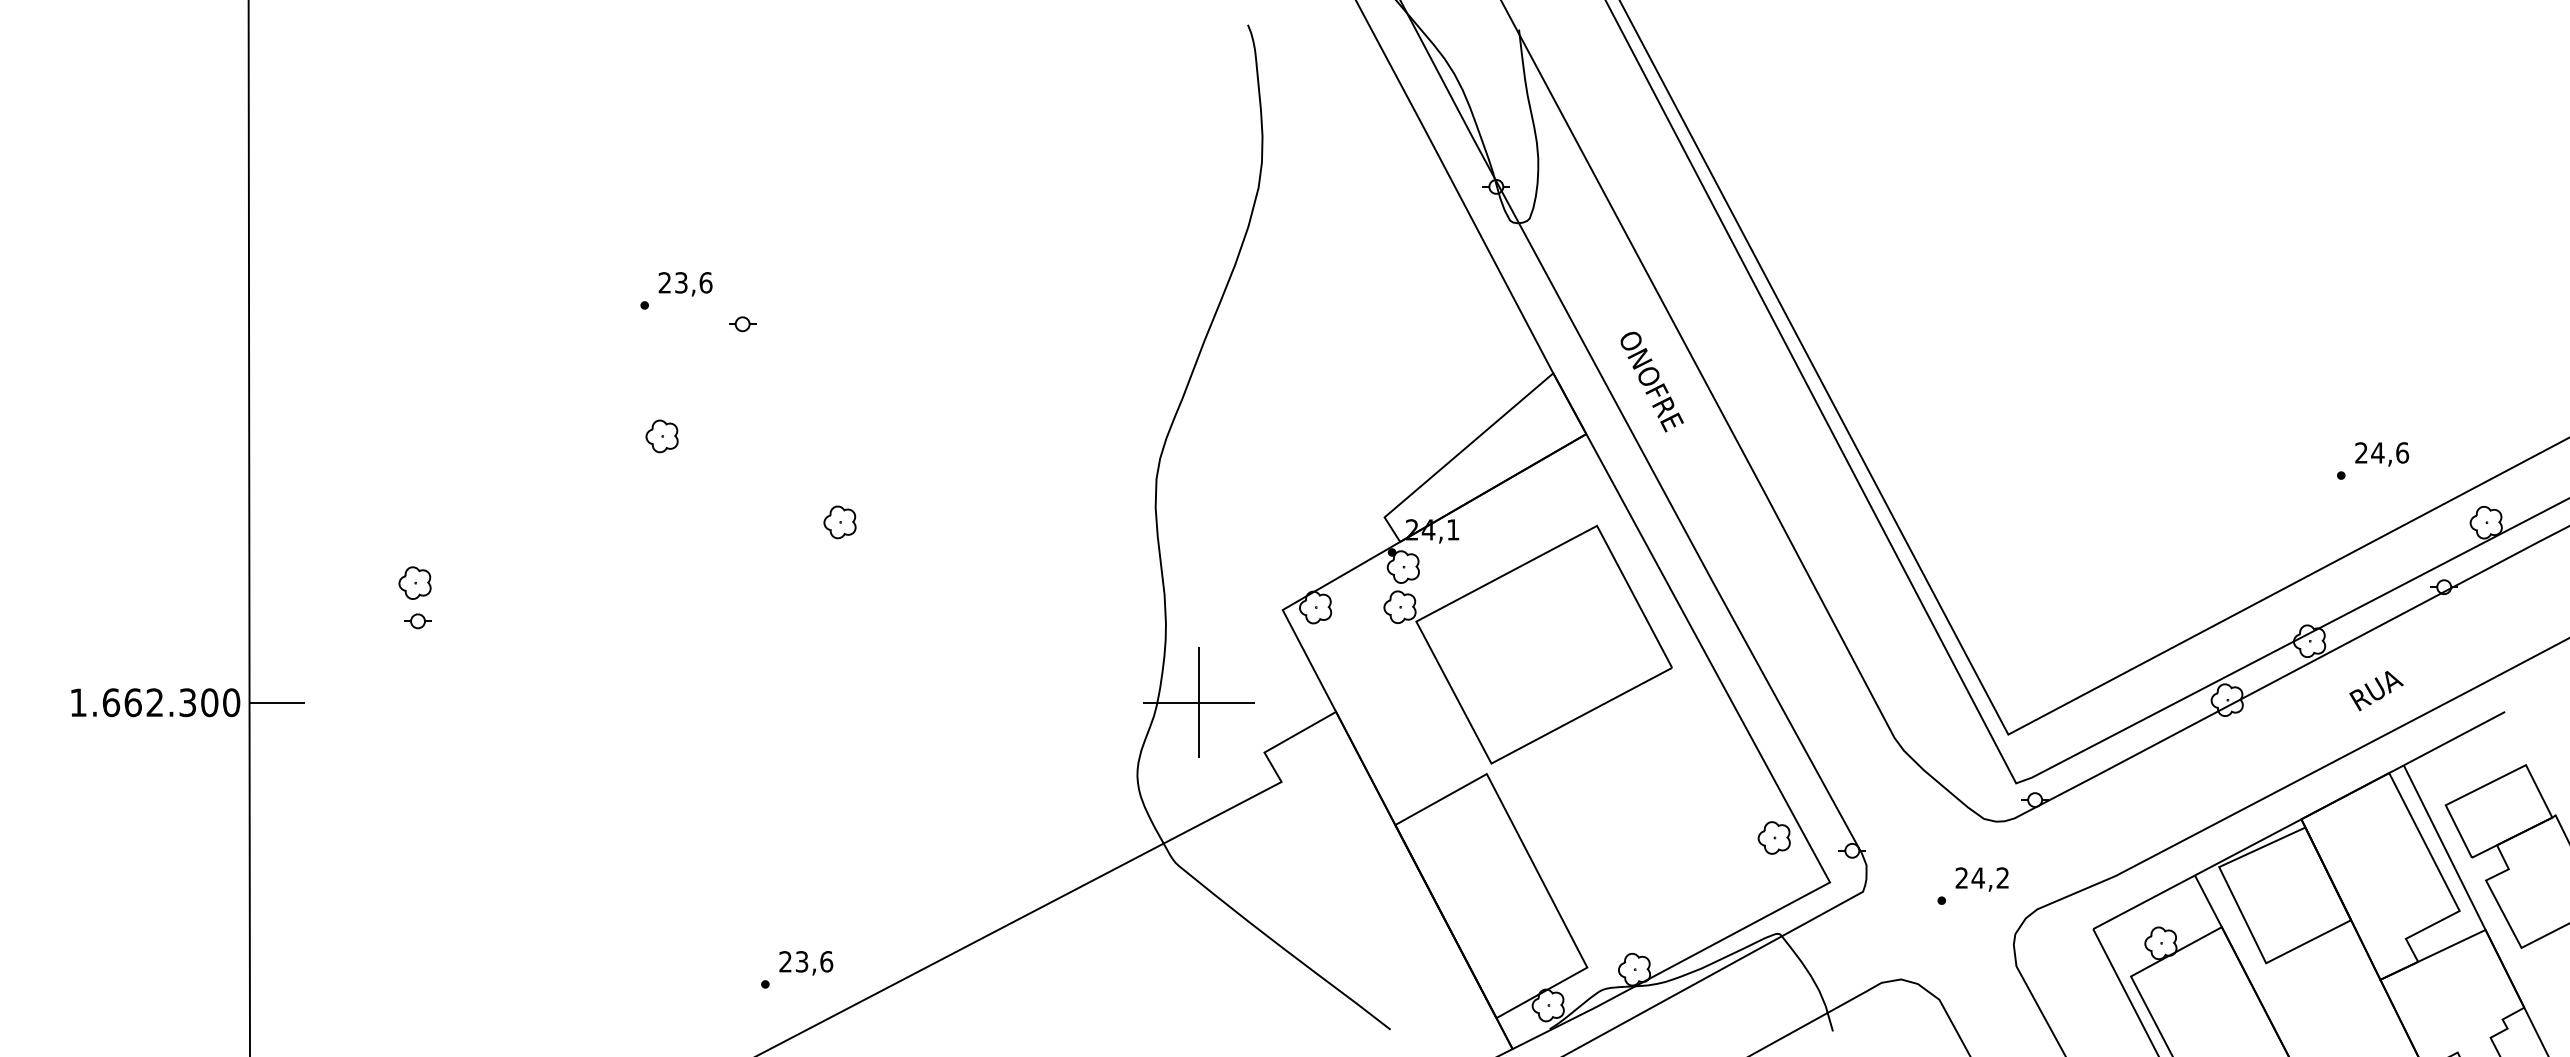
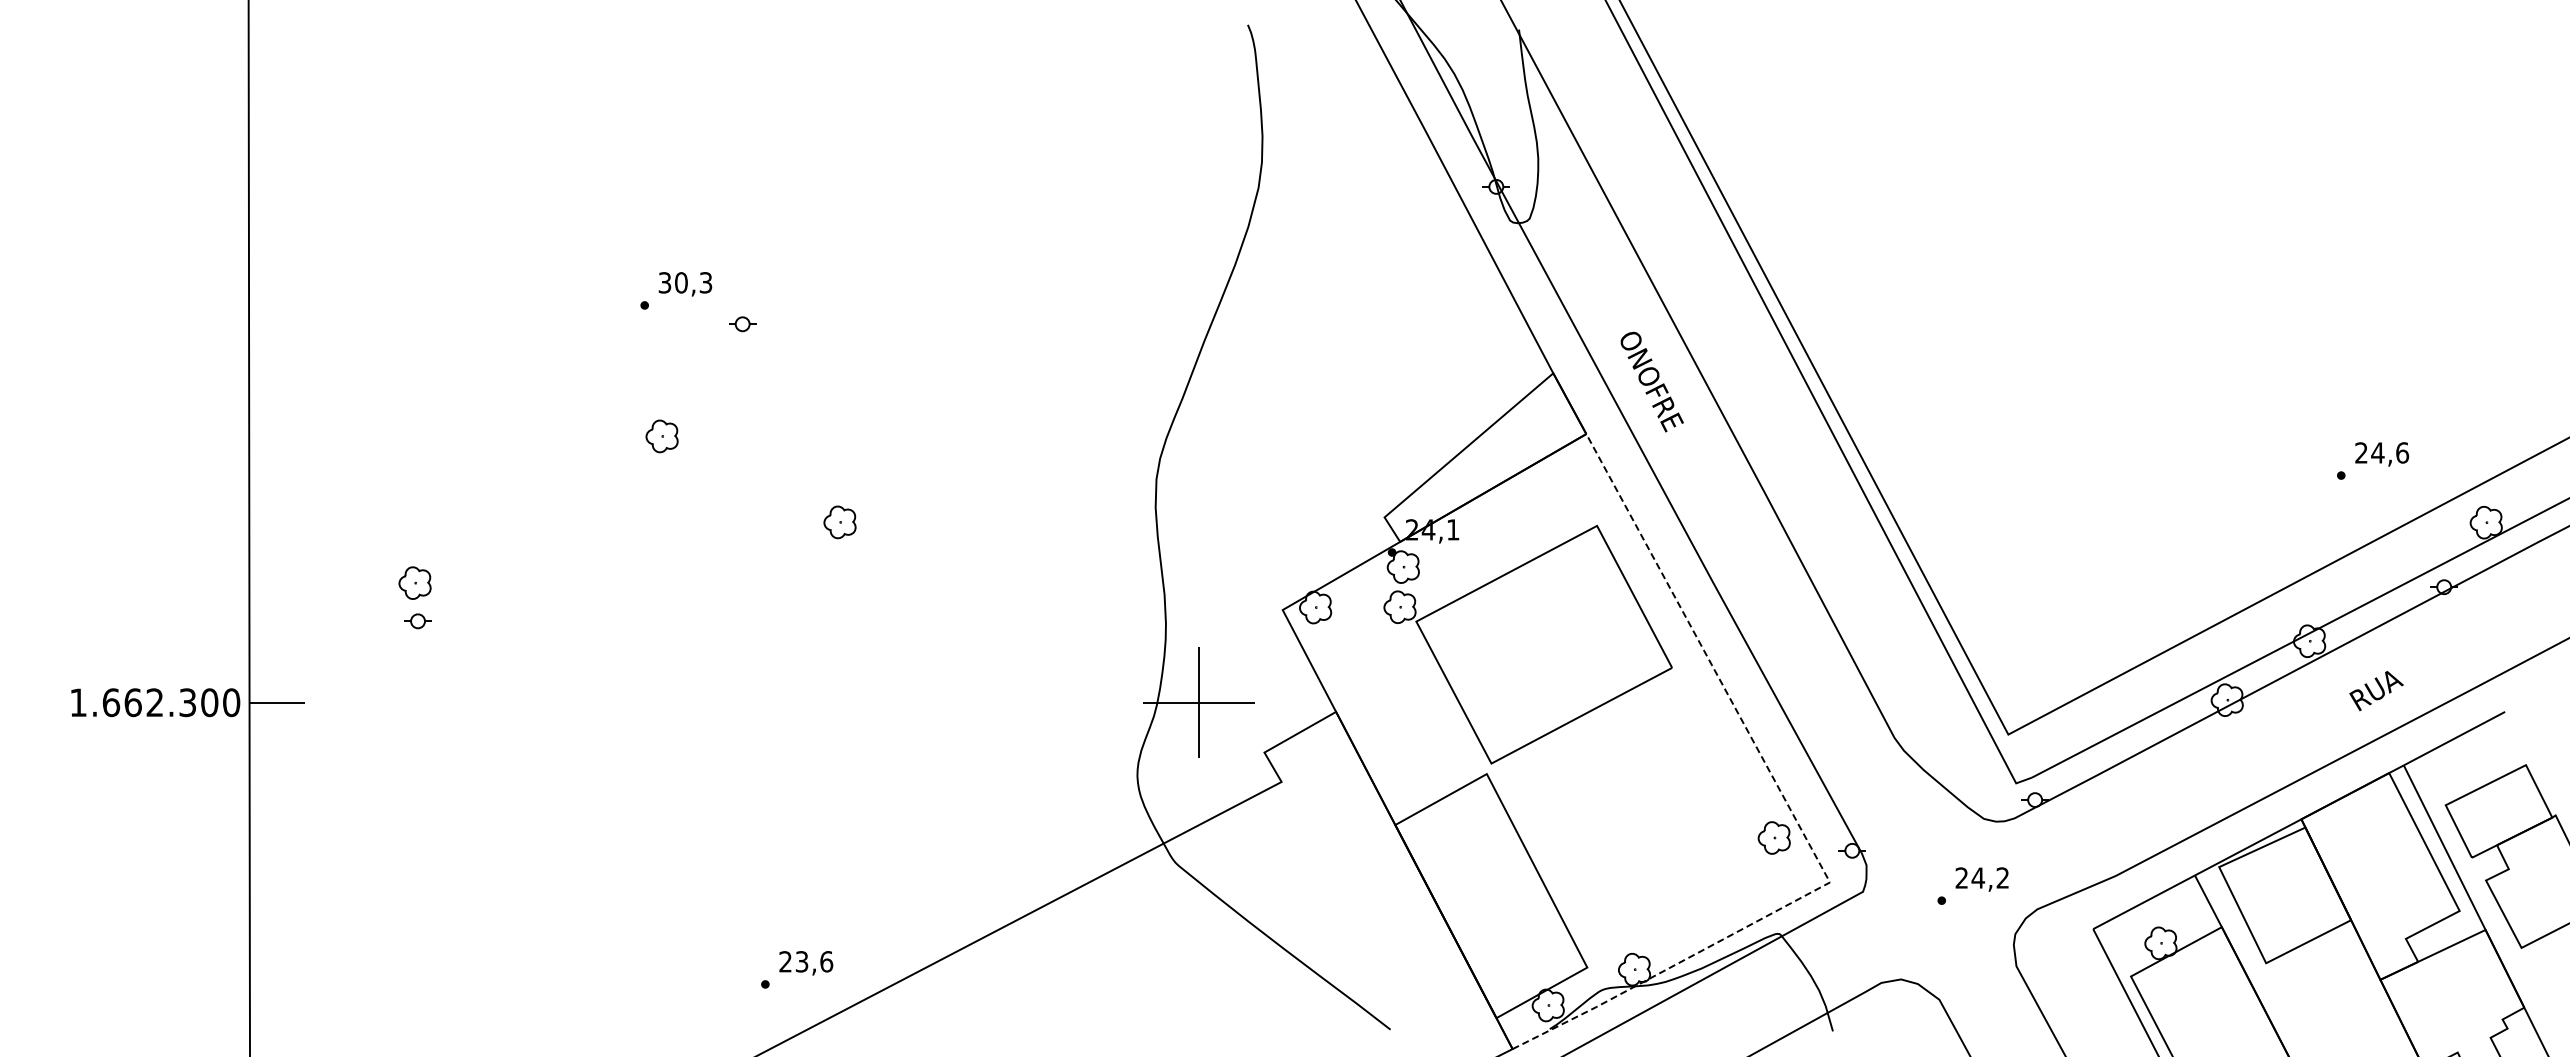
text at (685, 282): 23,6 -> 30,3
line at (1794, 816): solid -> dashed
